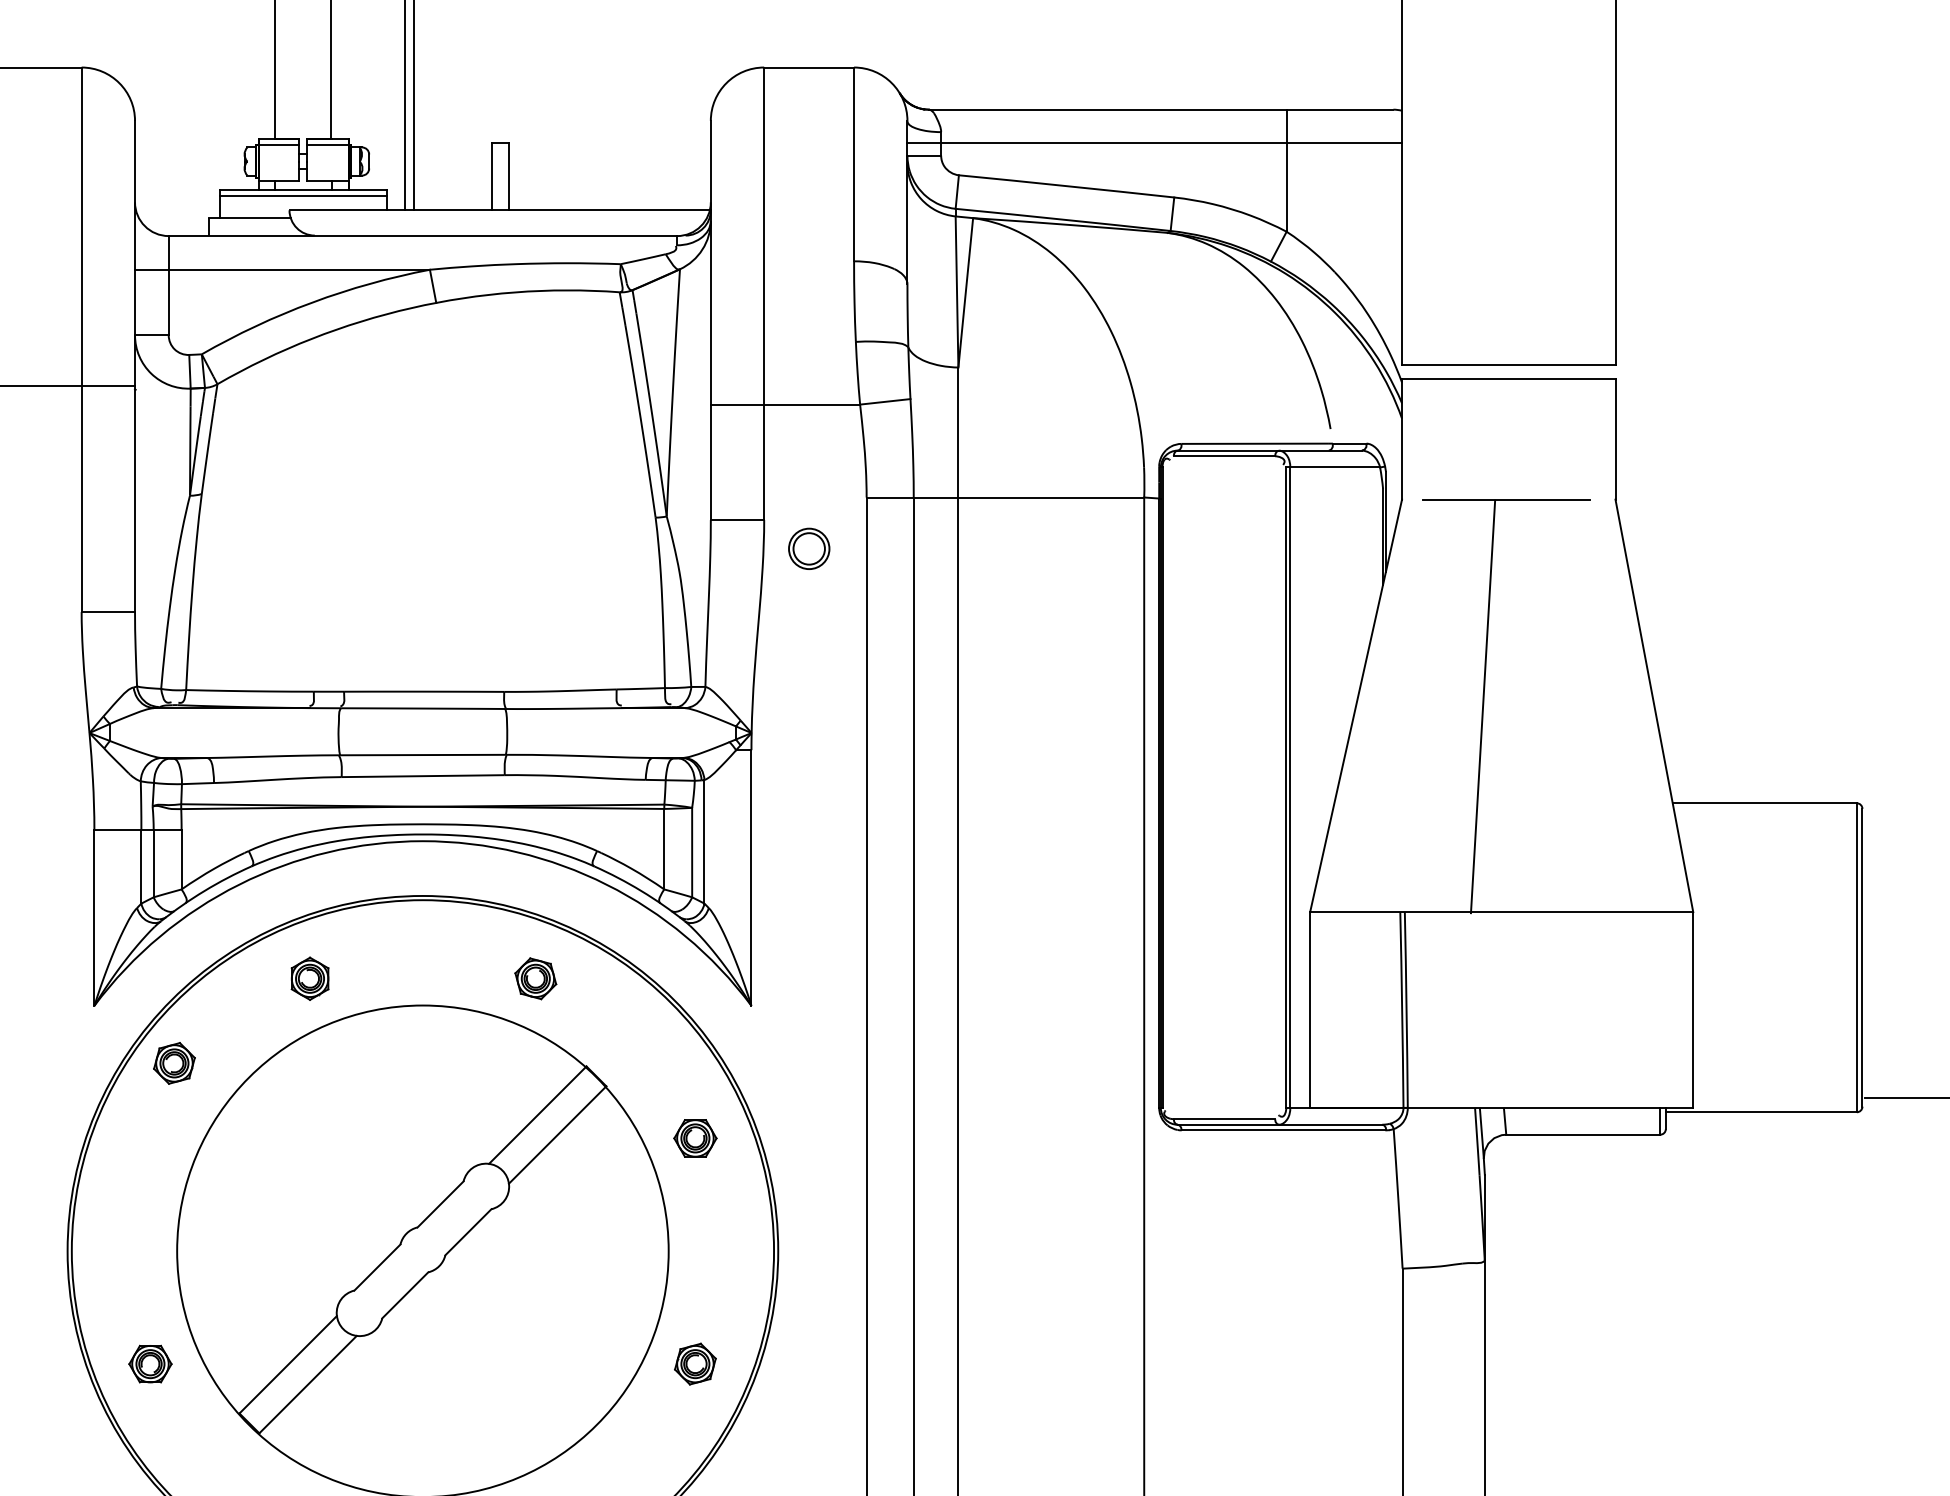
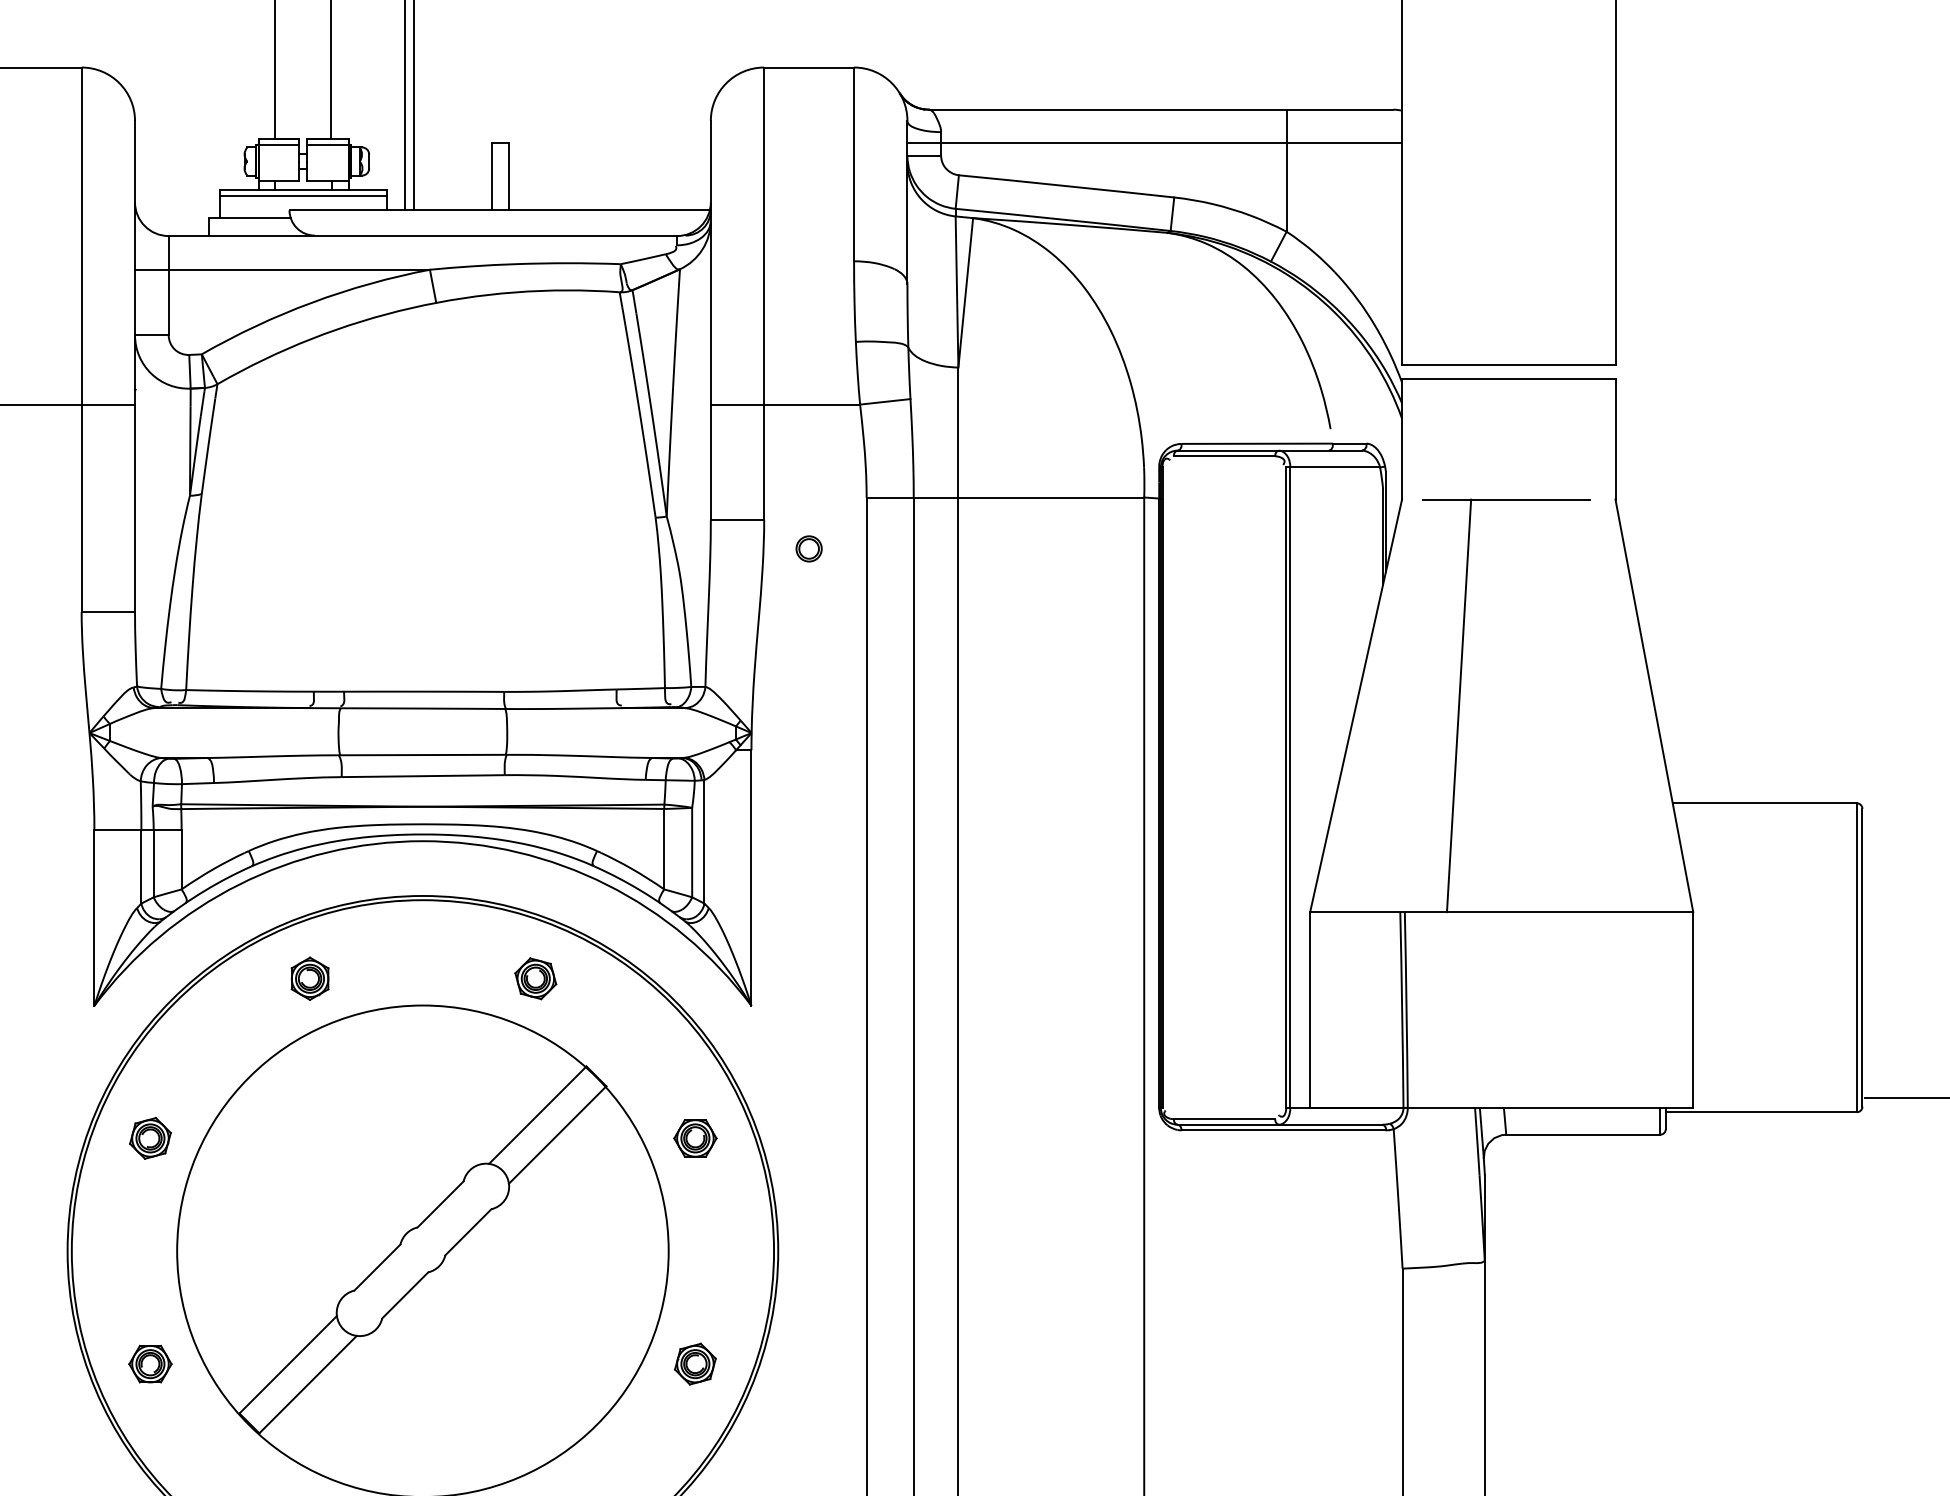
line at (68, 385) position: (68, 385) -> (68, 404)
part at (809, 548) size: 43x43 px -> 28x28 px
line at (1482, 706) position: (1482, 706) -> (1458, 705)
part at (174, 1063) position: (174, 1063) -> (150, 1138)
